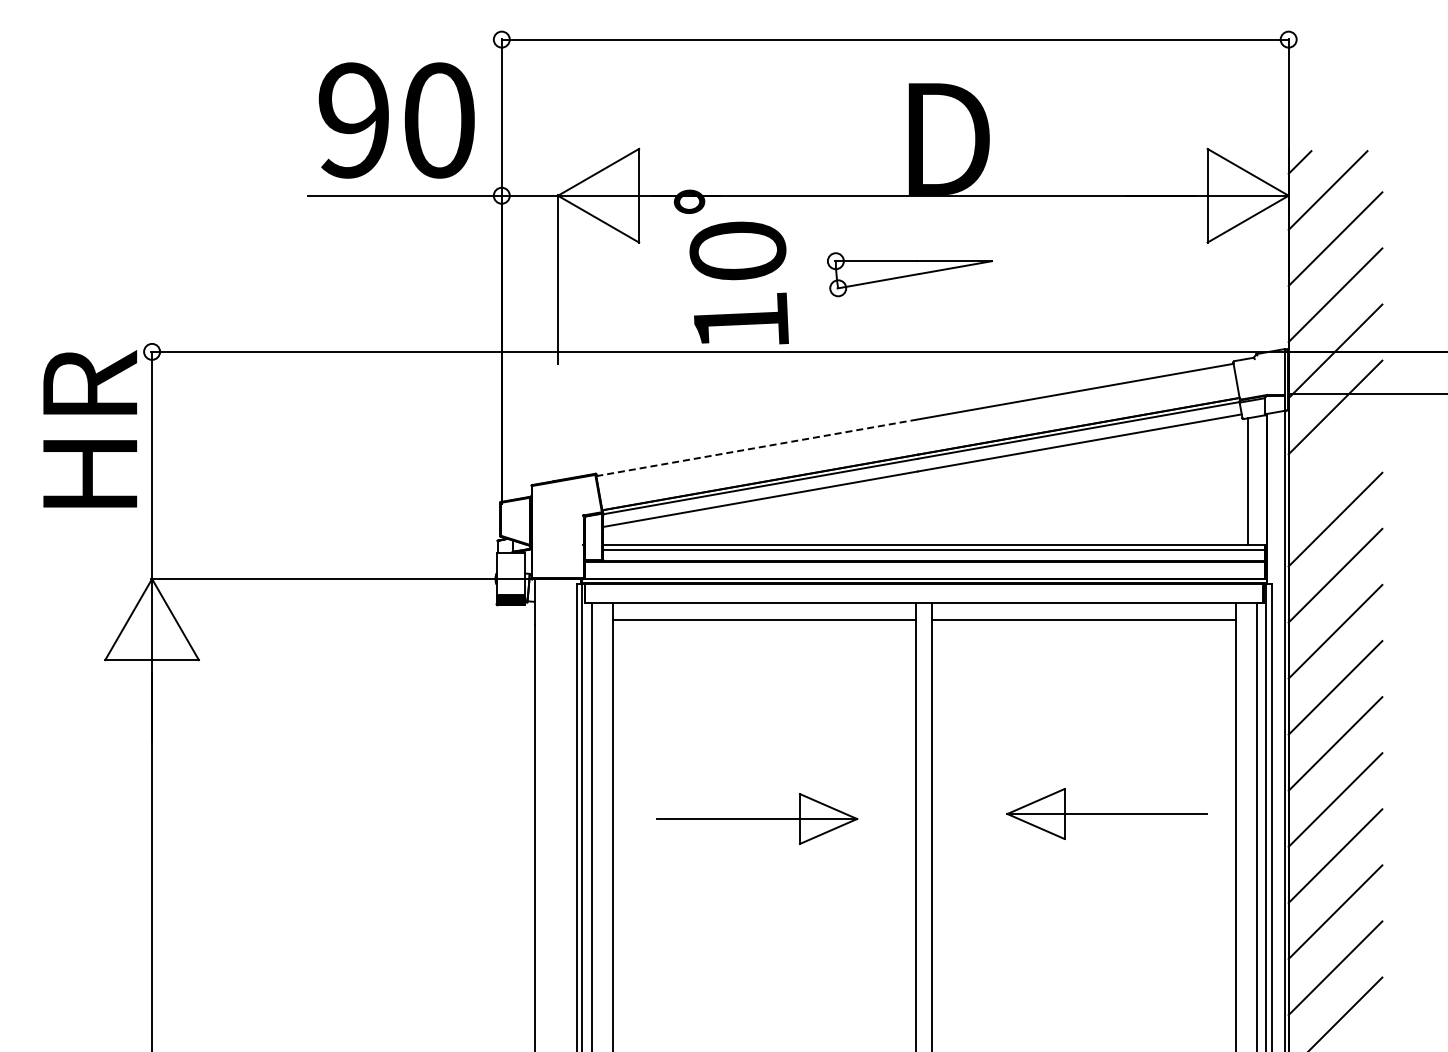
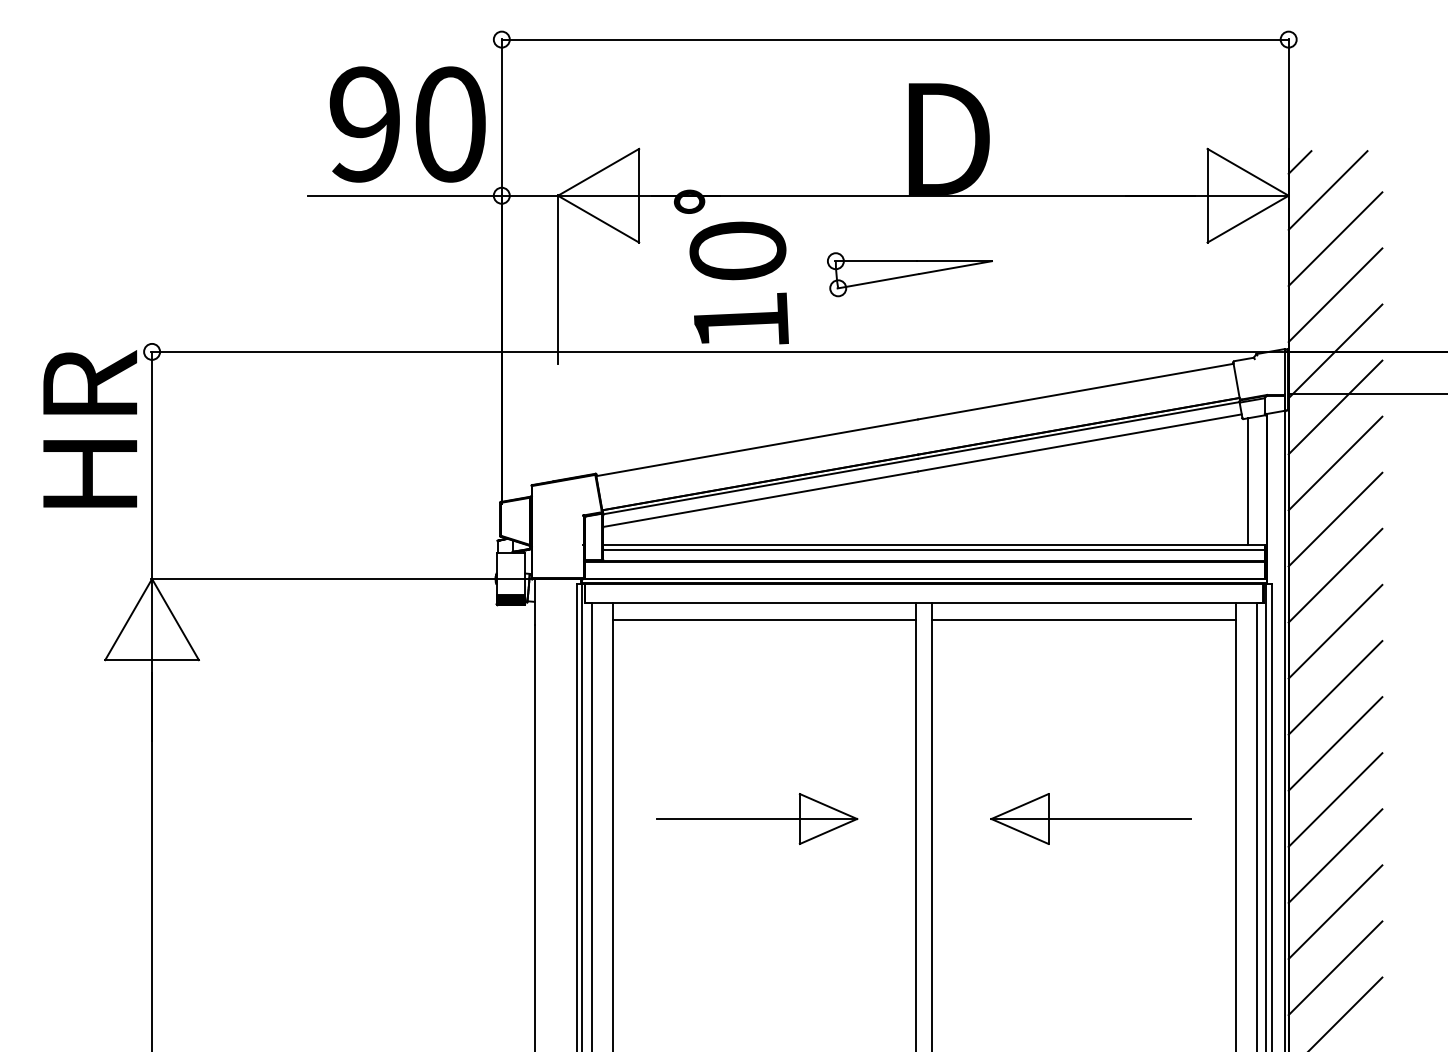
text at (396, 120) position: (396, 120) -> (407, 124)
line at (757, 447): dashed -> solid
line at (1335, 463): none -> present
part at (1106, 813) position: (1106, 813) -> (1090, 818)
